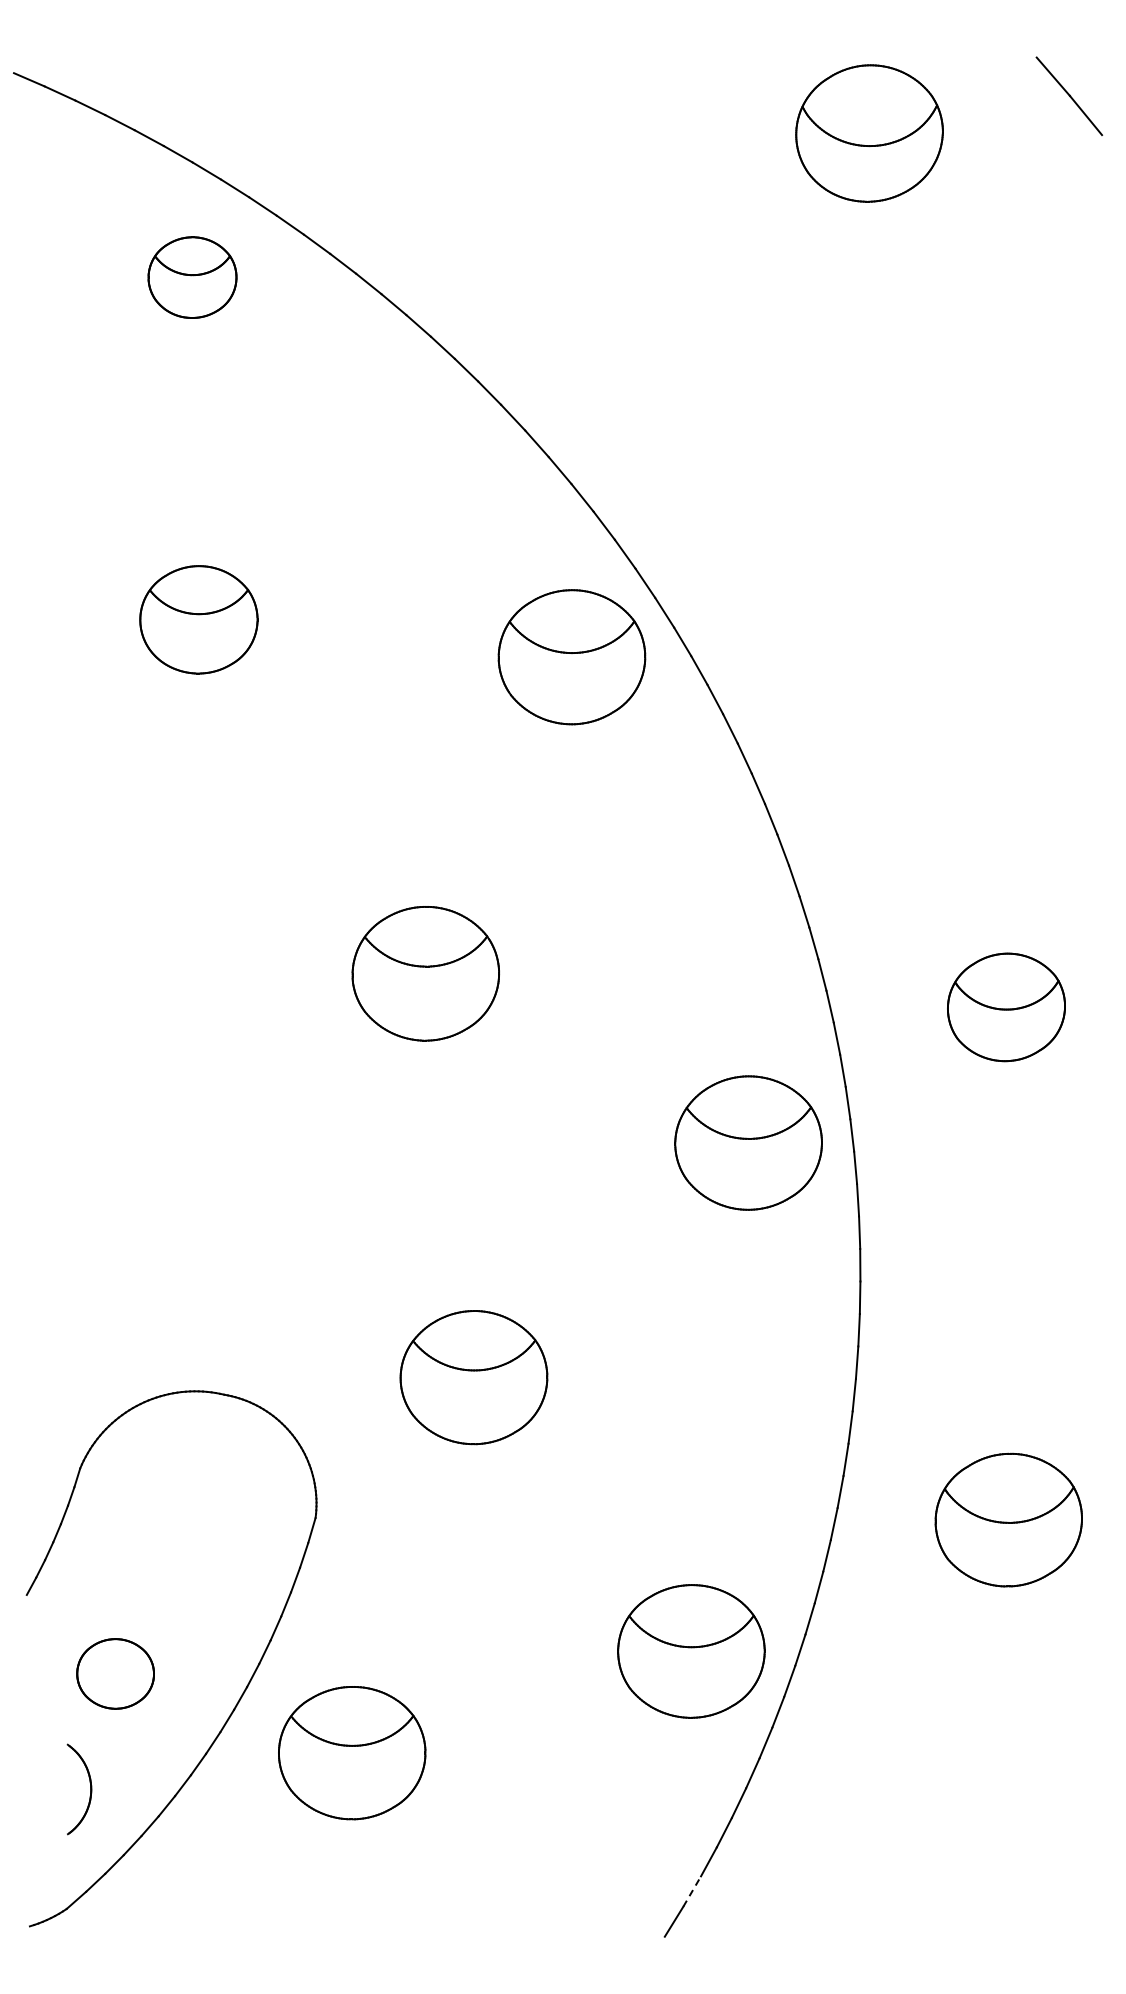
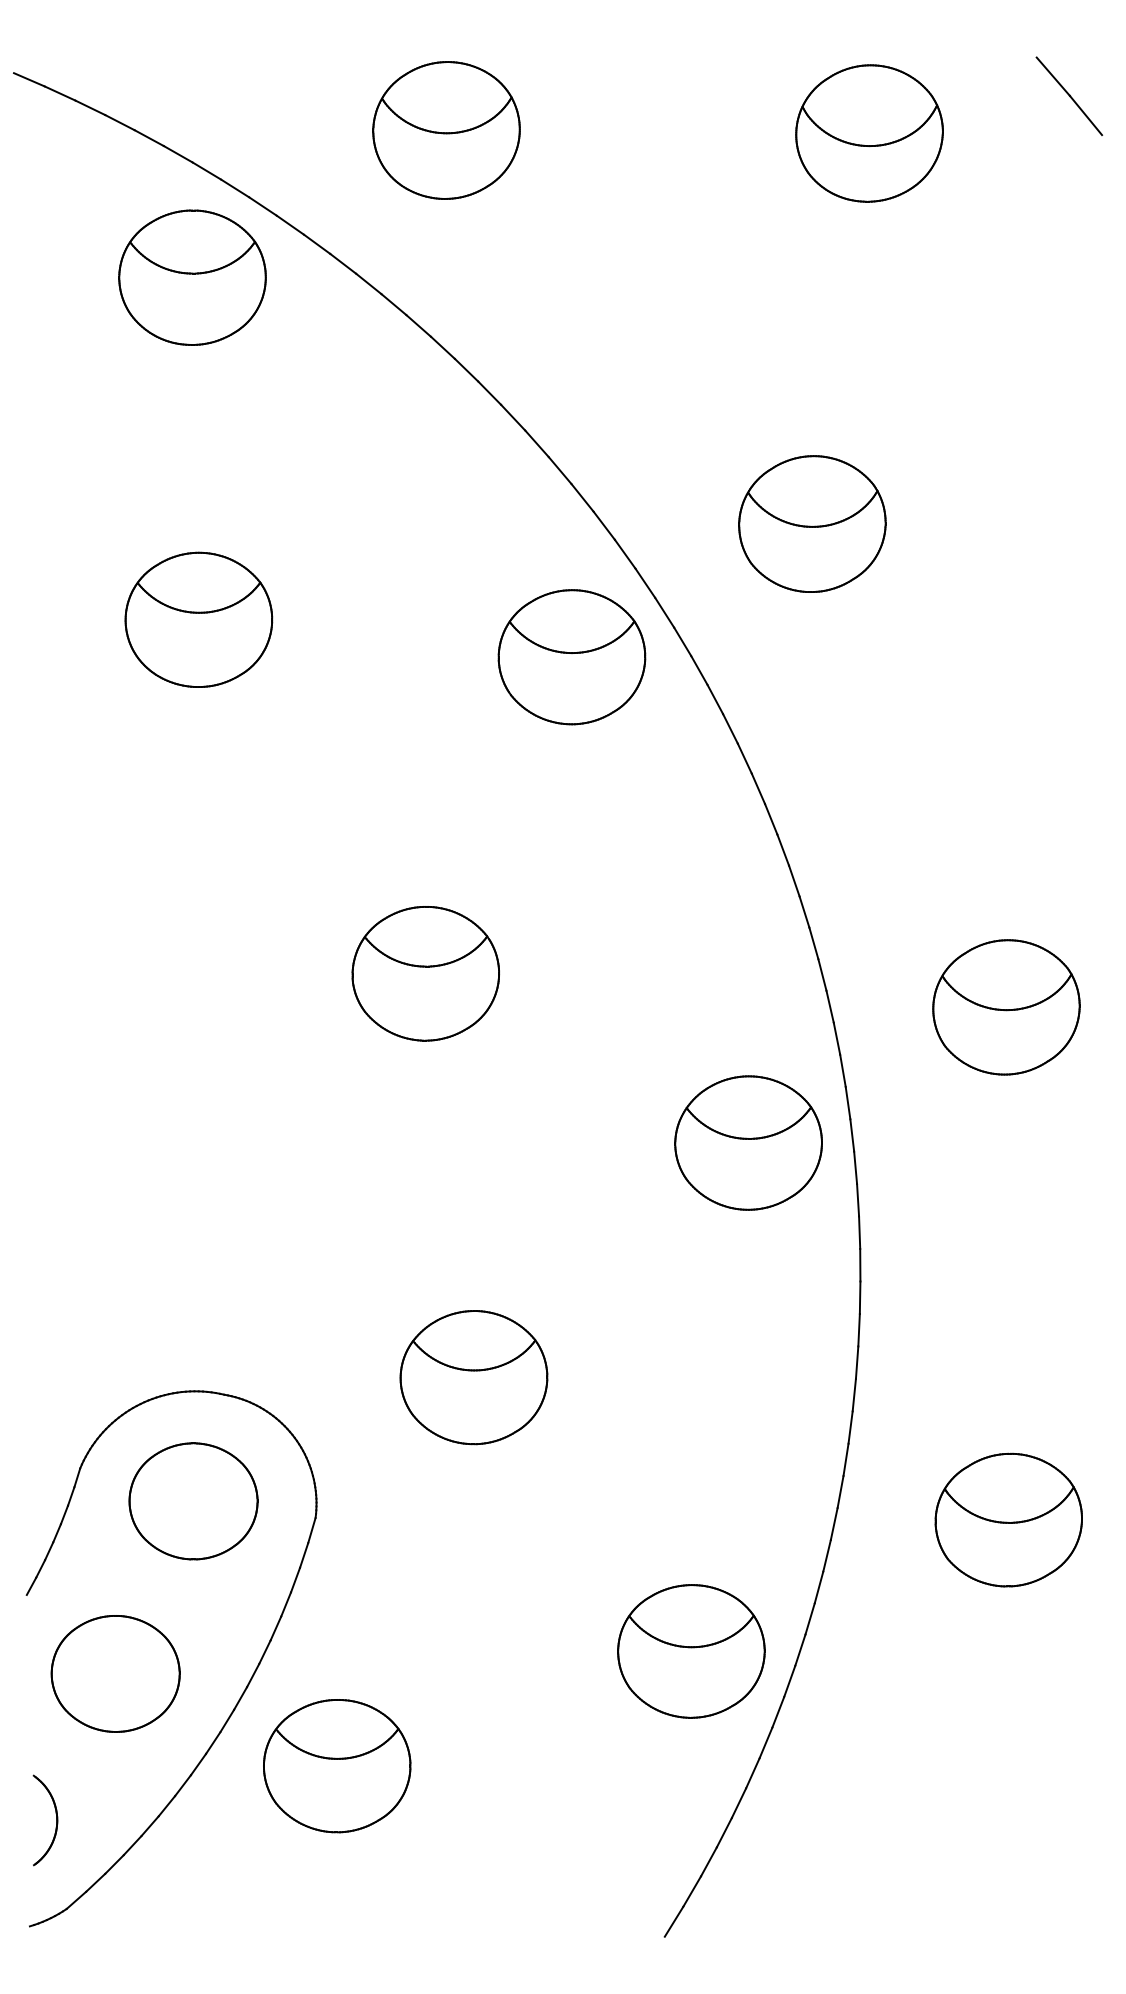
part at (446, 130): none -> present
part at (192, 277) size: 91x83 px -> 149x137 px
part at (812, 523): none -> present
part at (198, 619) size: 120x110 px -> 150x137 px
part at (1006, 1007) size: 119x111 px -> 149x137 px
part at (193, 1501): none -> present
part at (115, 1673) size: 79x72 px -> 131x118 px
part at (352, 1753) position: (352, 1753) -> (337, 1766)
part at (90, 1789) position: (90, 1789) -> (56, 1820)
line at (692, 1891): dashed -> solid
